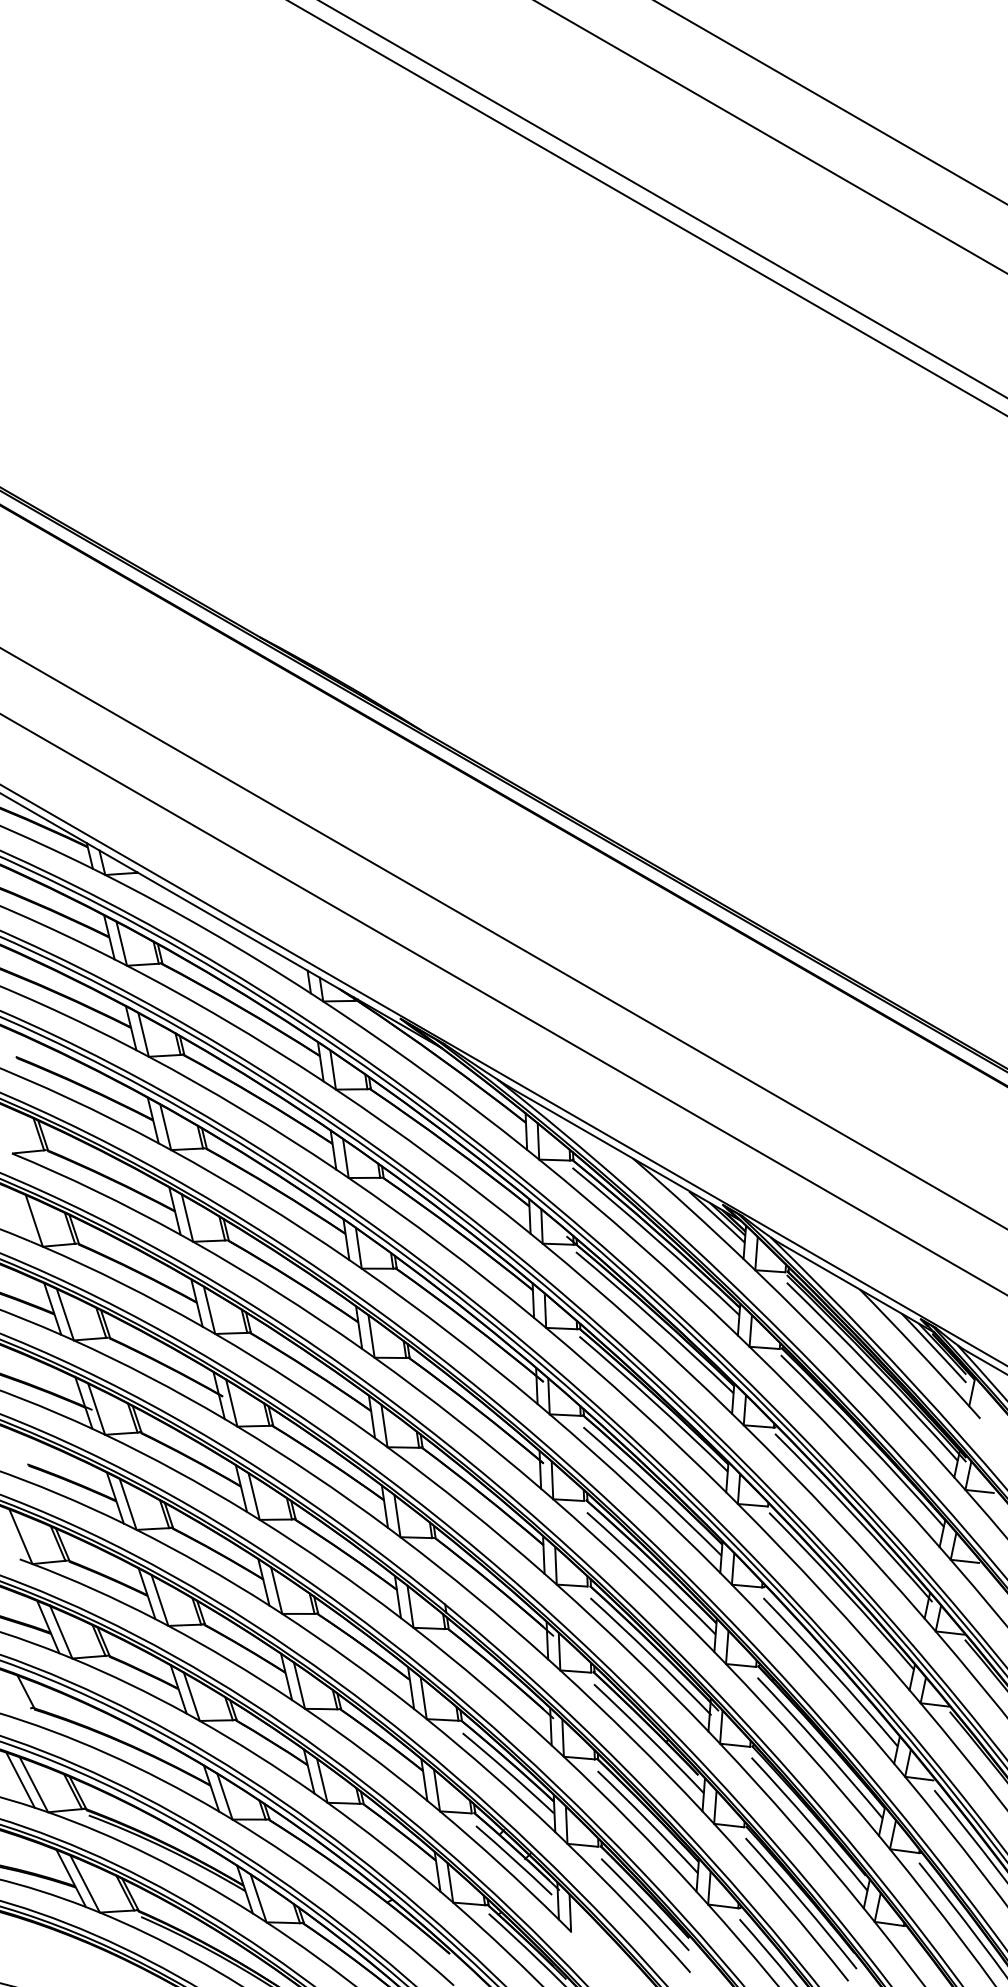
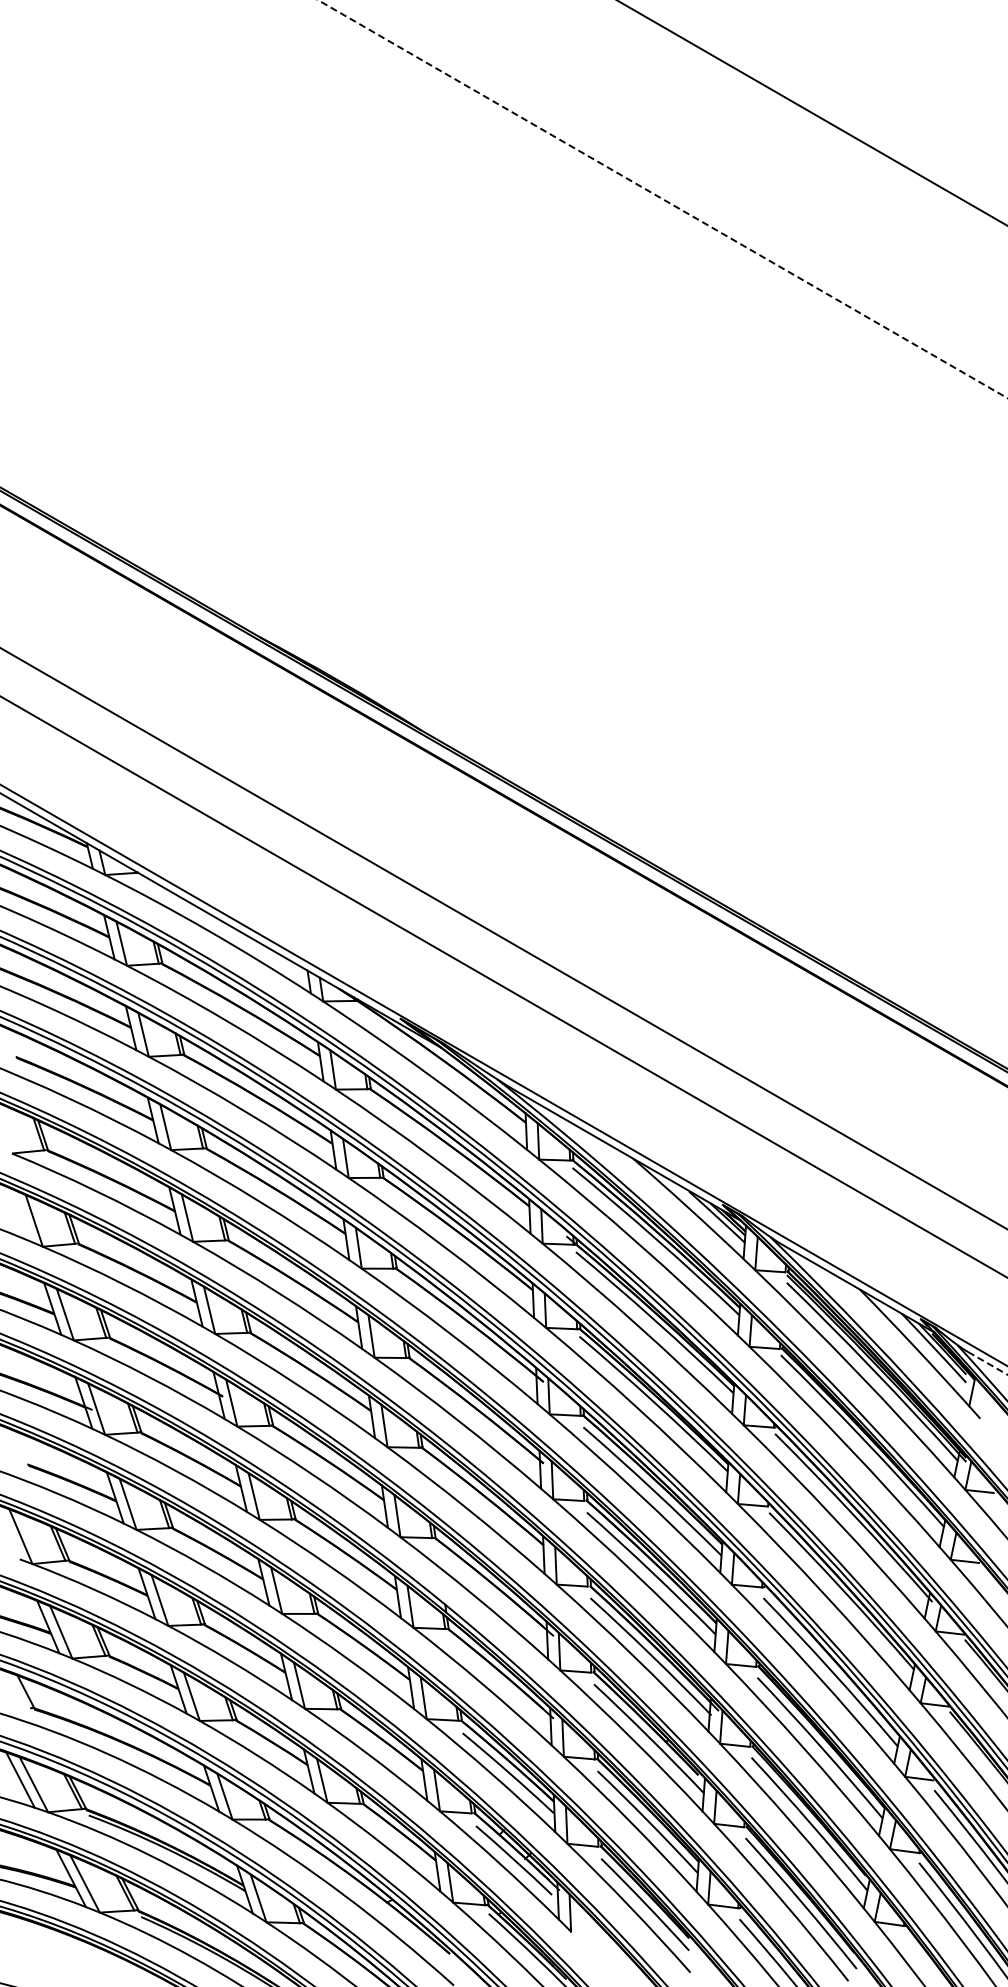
line at (830, 102) position: (830, 102) -> (812, 113)
line at (770, 137): present -> none
line at (663, 199): solid -> dashed
line at (647, 208): present -> none
line at (503, 1004) position: (503, 1004) -> (503, 986)
line at (988, 1363): solid -> dashed
